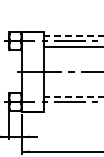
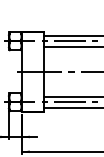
line at (73, 36): dashed -> solid
line at (73, 97): dashed -> solid
line at (72, 107): none -> present
